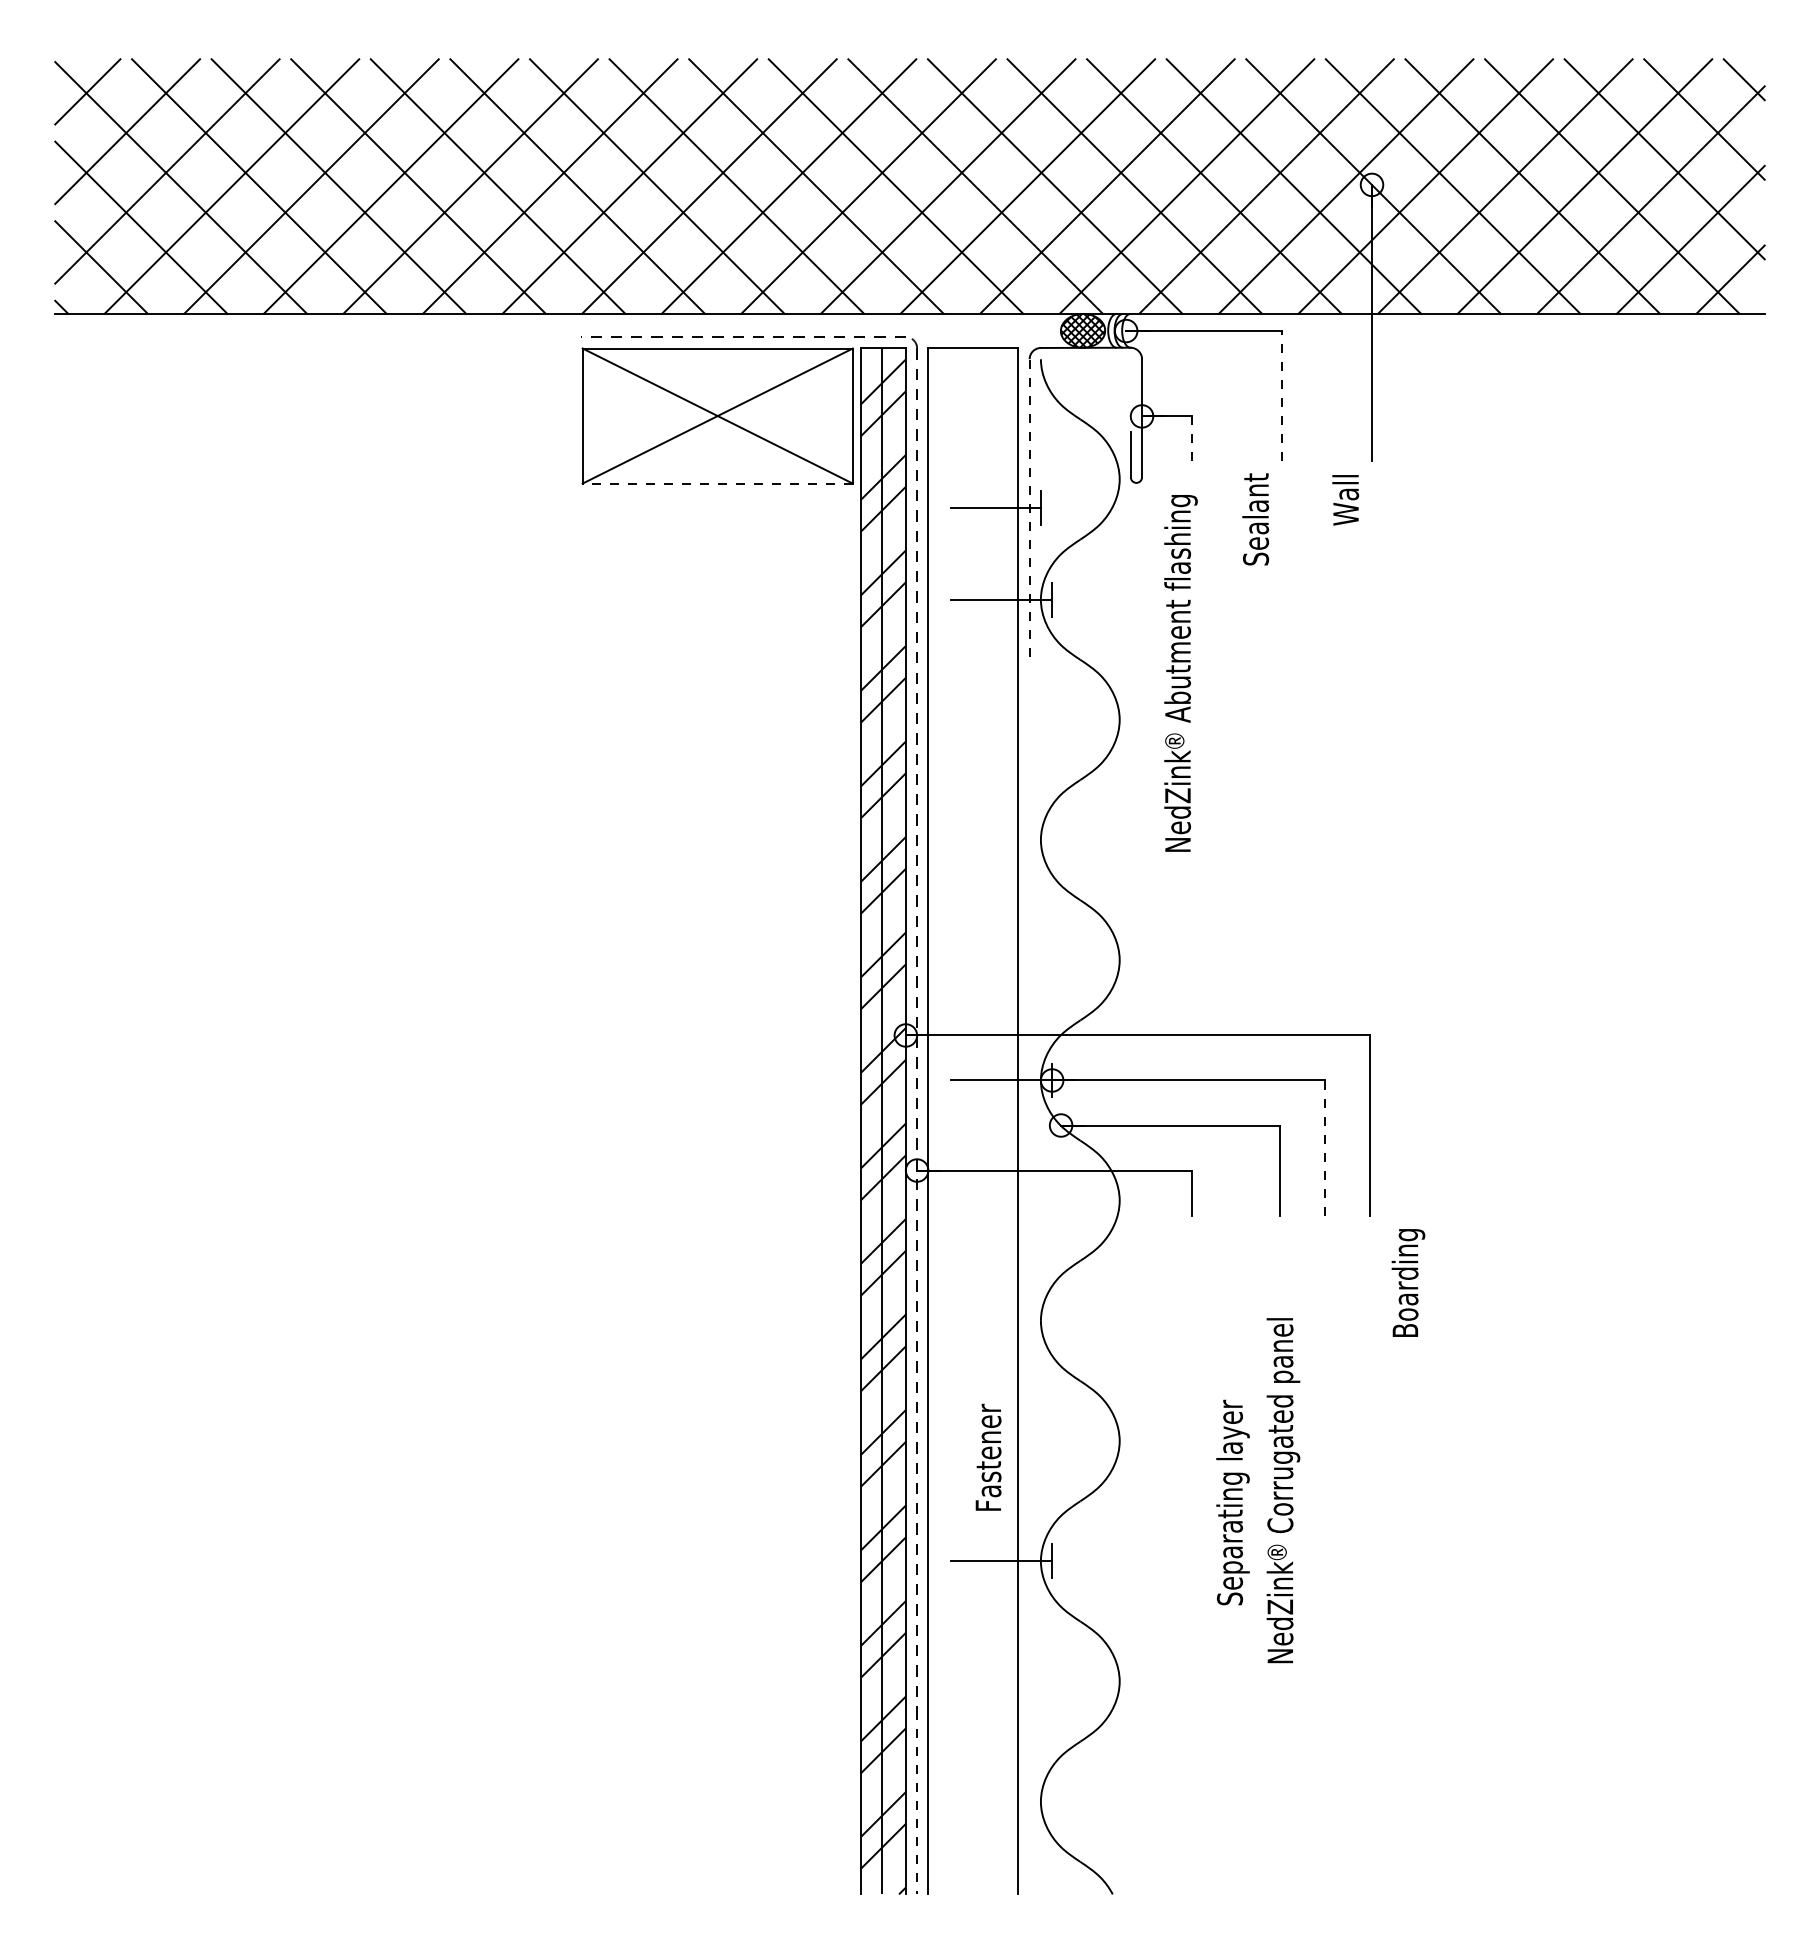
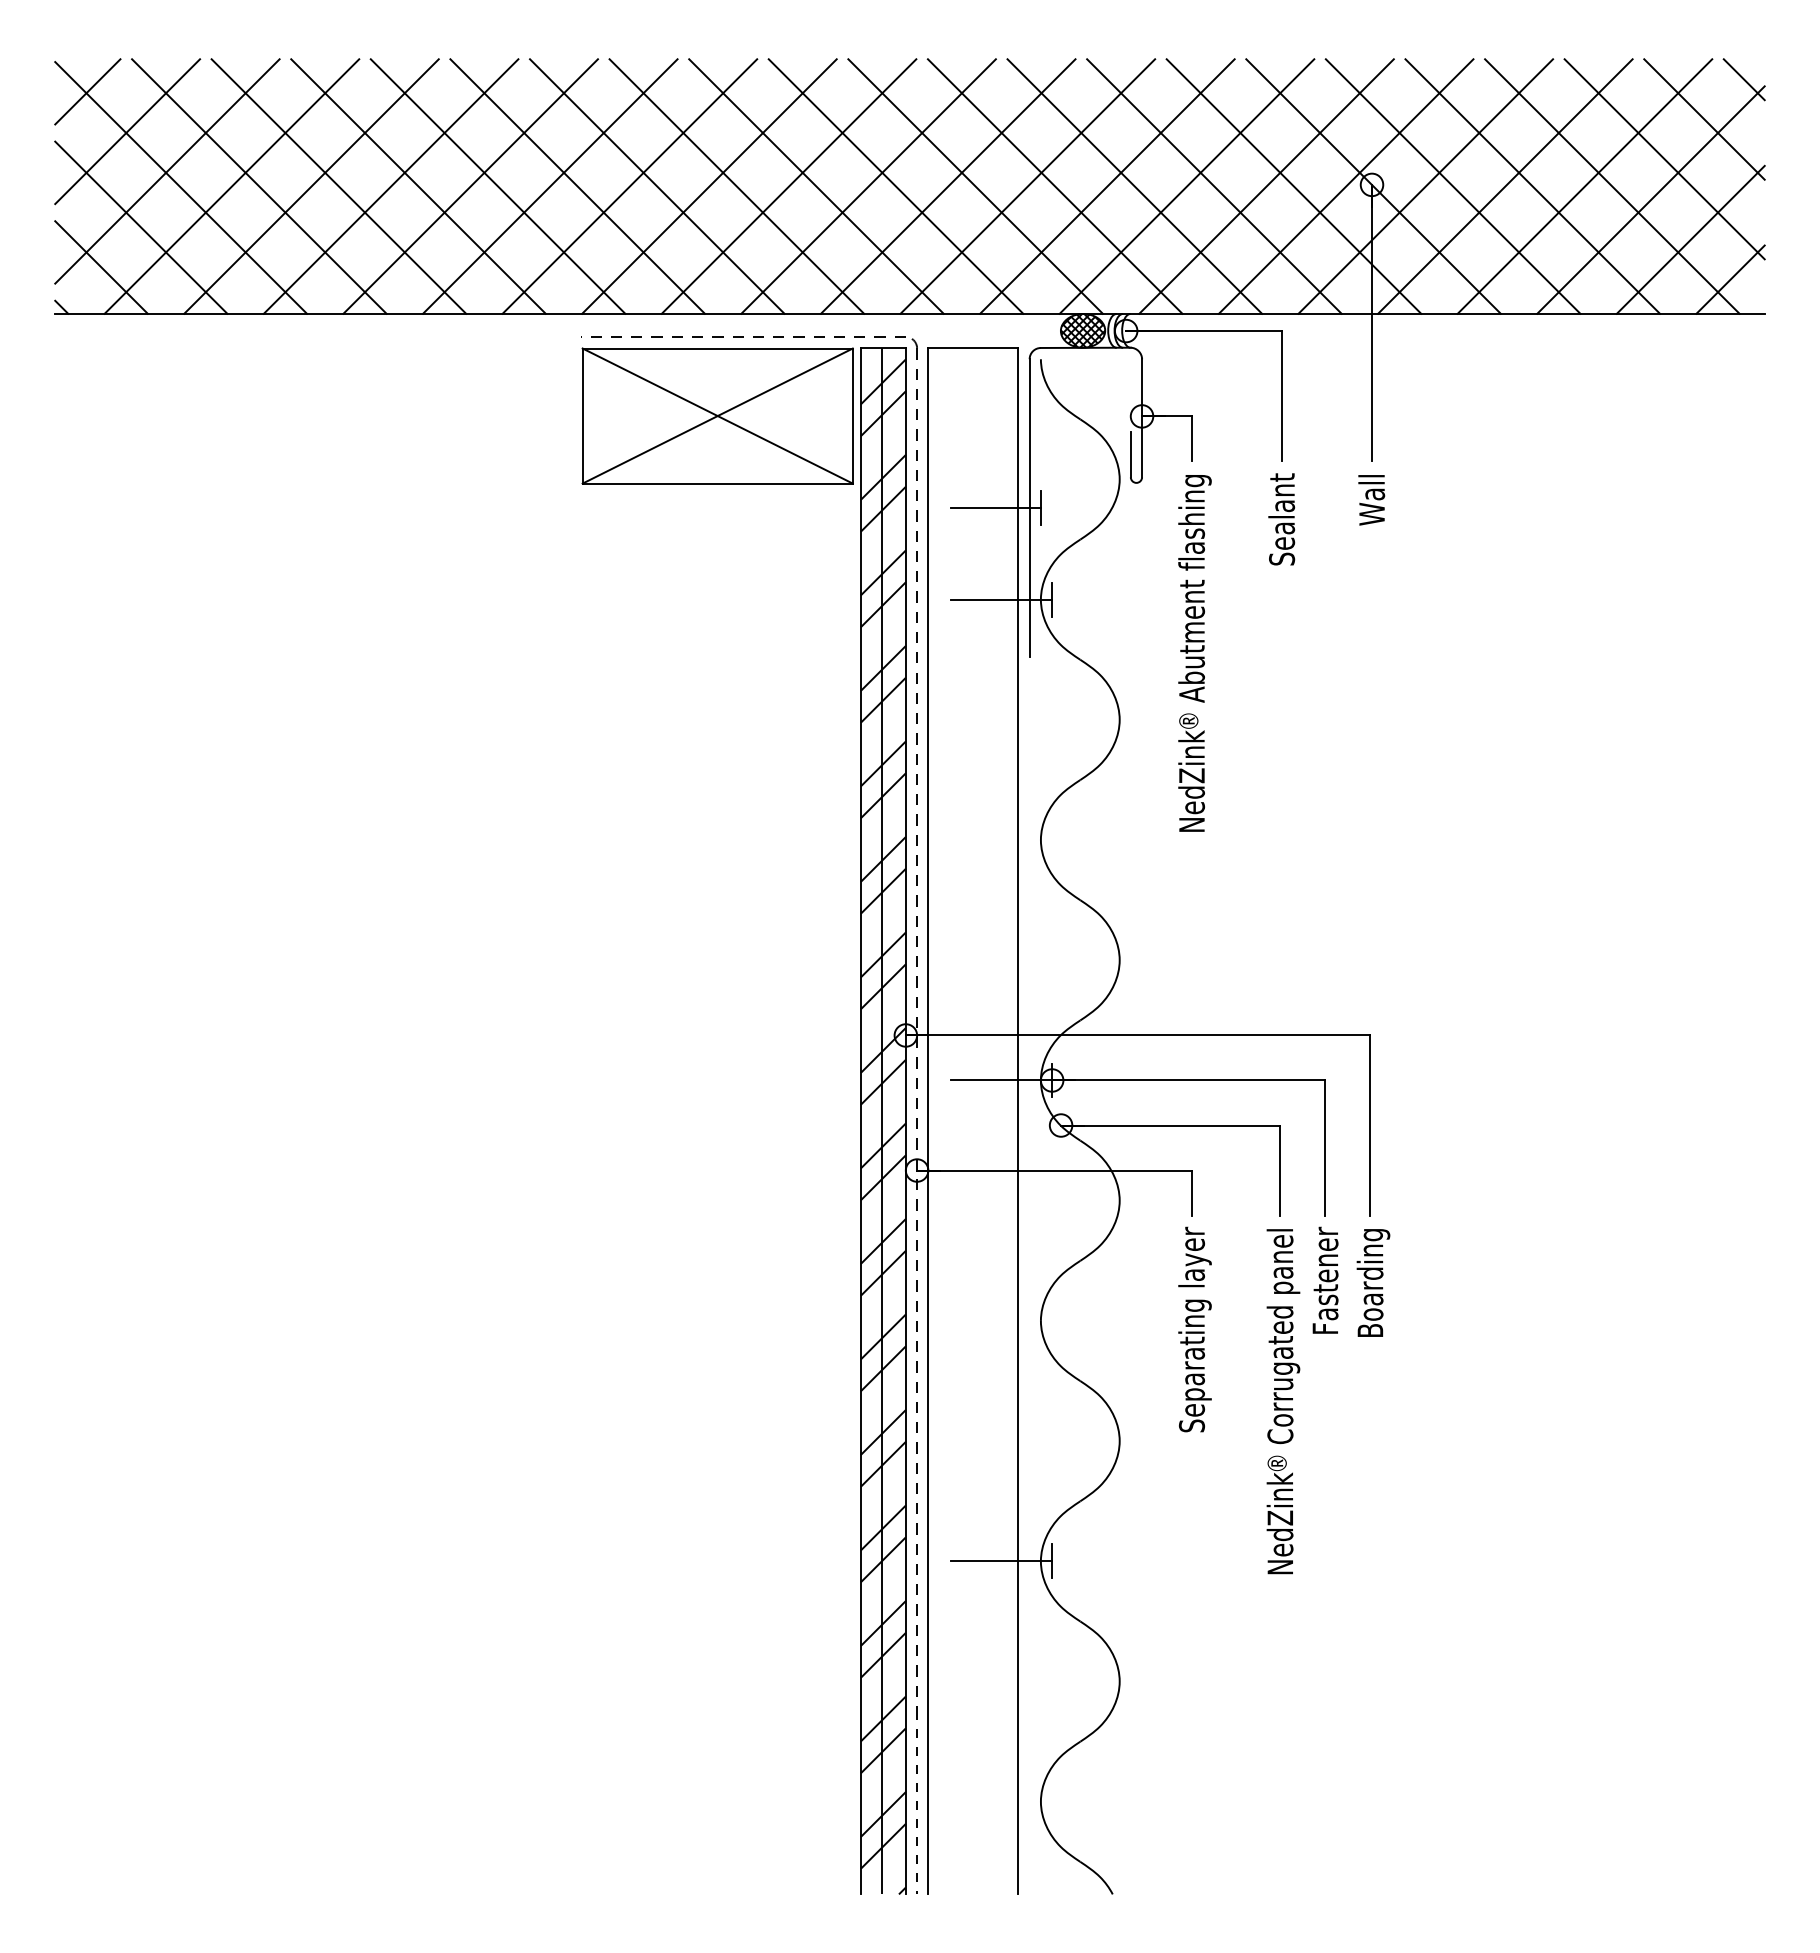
line at (1281, 395): dashed -> solid
line at (1191, 438): dashed -> solid
line at (717, 483): dashed -> solid
text at (1345, 500) position: (1345, 500) -> (1371, 500)
line at (1029, 508): dashed -> solid
text at (1255, 519) position: (1255, 519) -> (1281, 519)
text at (1180, 673) position: (1180, 673) -> (1194, 653)
line at (1325, 1148): dashed -> solid
text at (1408, 1282) position: (1408, 1282) -> (1373, 1282)
text at (988, 1456) position: (988, 1456) -> (1325, 1279)
text at (1283, 1490) position: (1283, 1490) -> (1283, 1401)
text at (1232, 1502) position: (1232, 1502) -> (1194, 1329)
